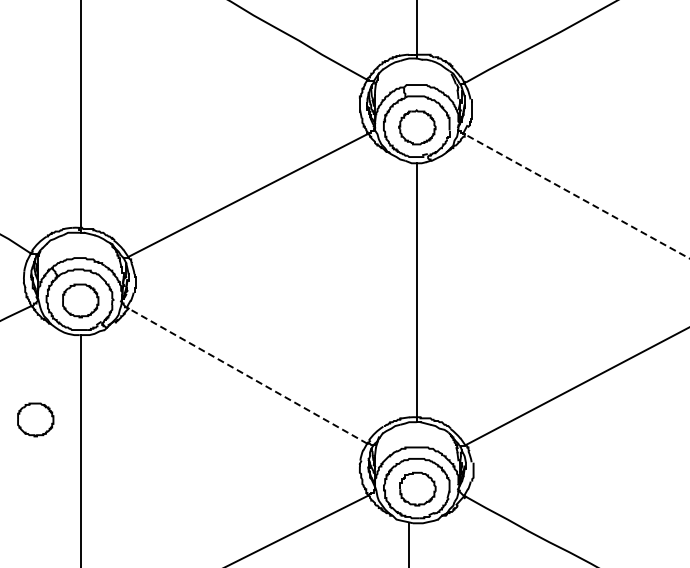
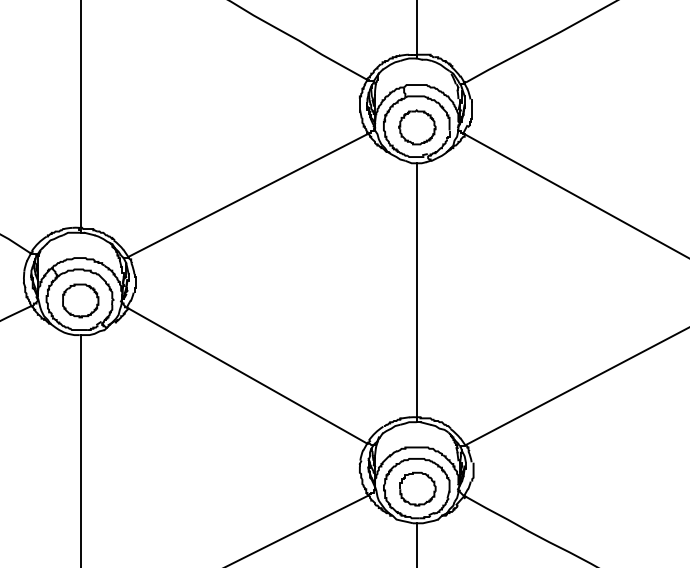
line at (577, 196): dashed -> solid
line at (247, 375): dashed -> solid
part at (35, 419): present -> none
line at (408, 543) position: (408, 543) -> (416, 543)
